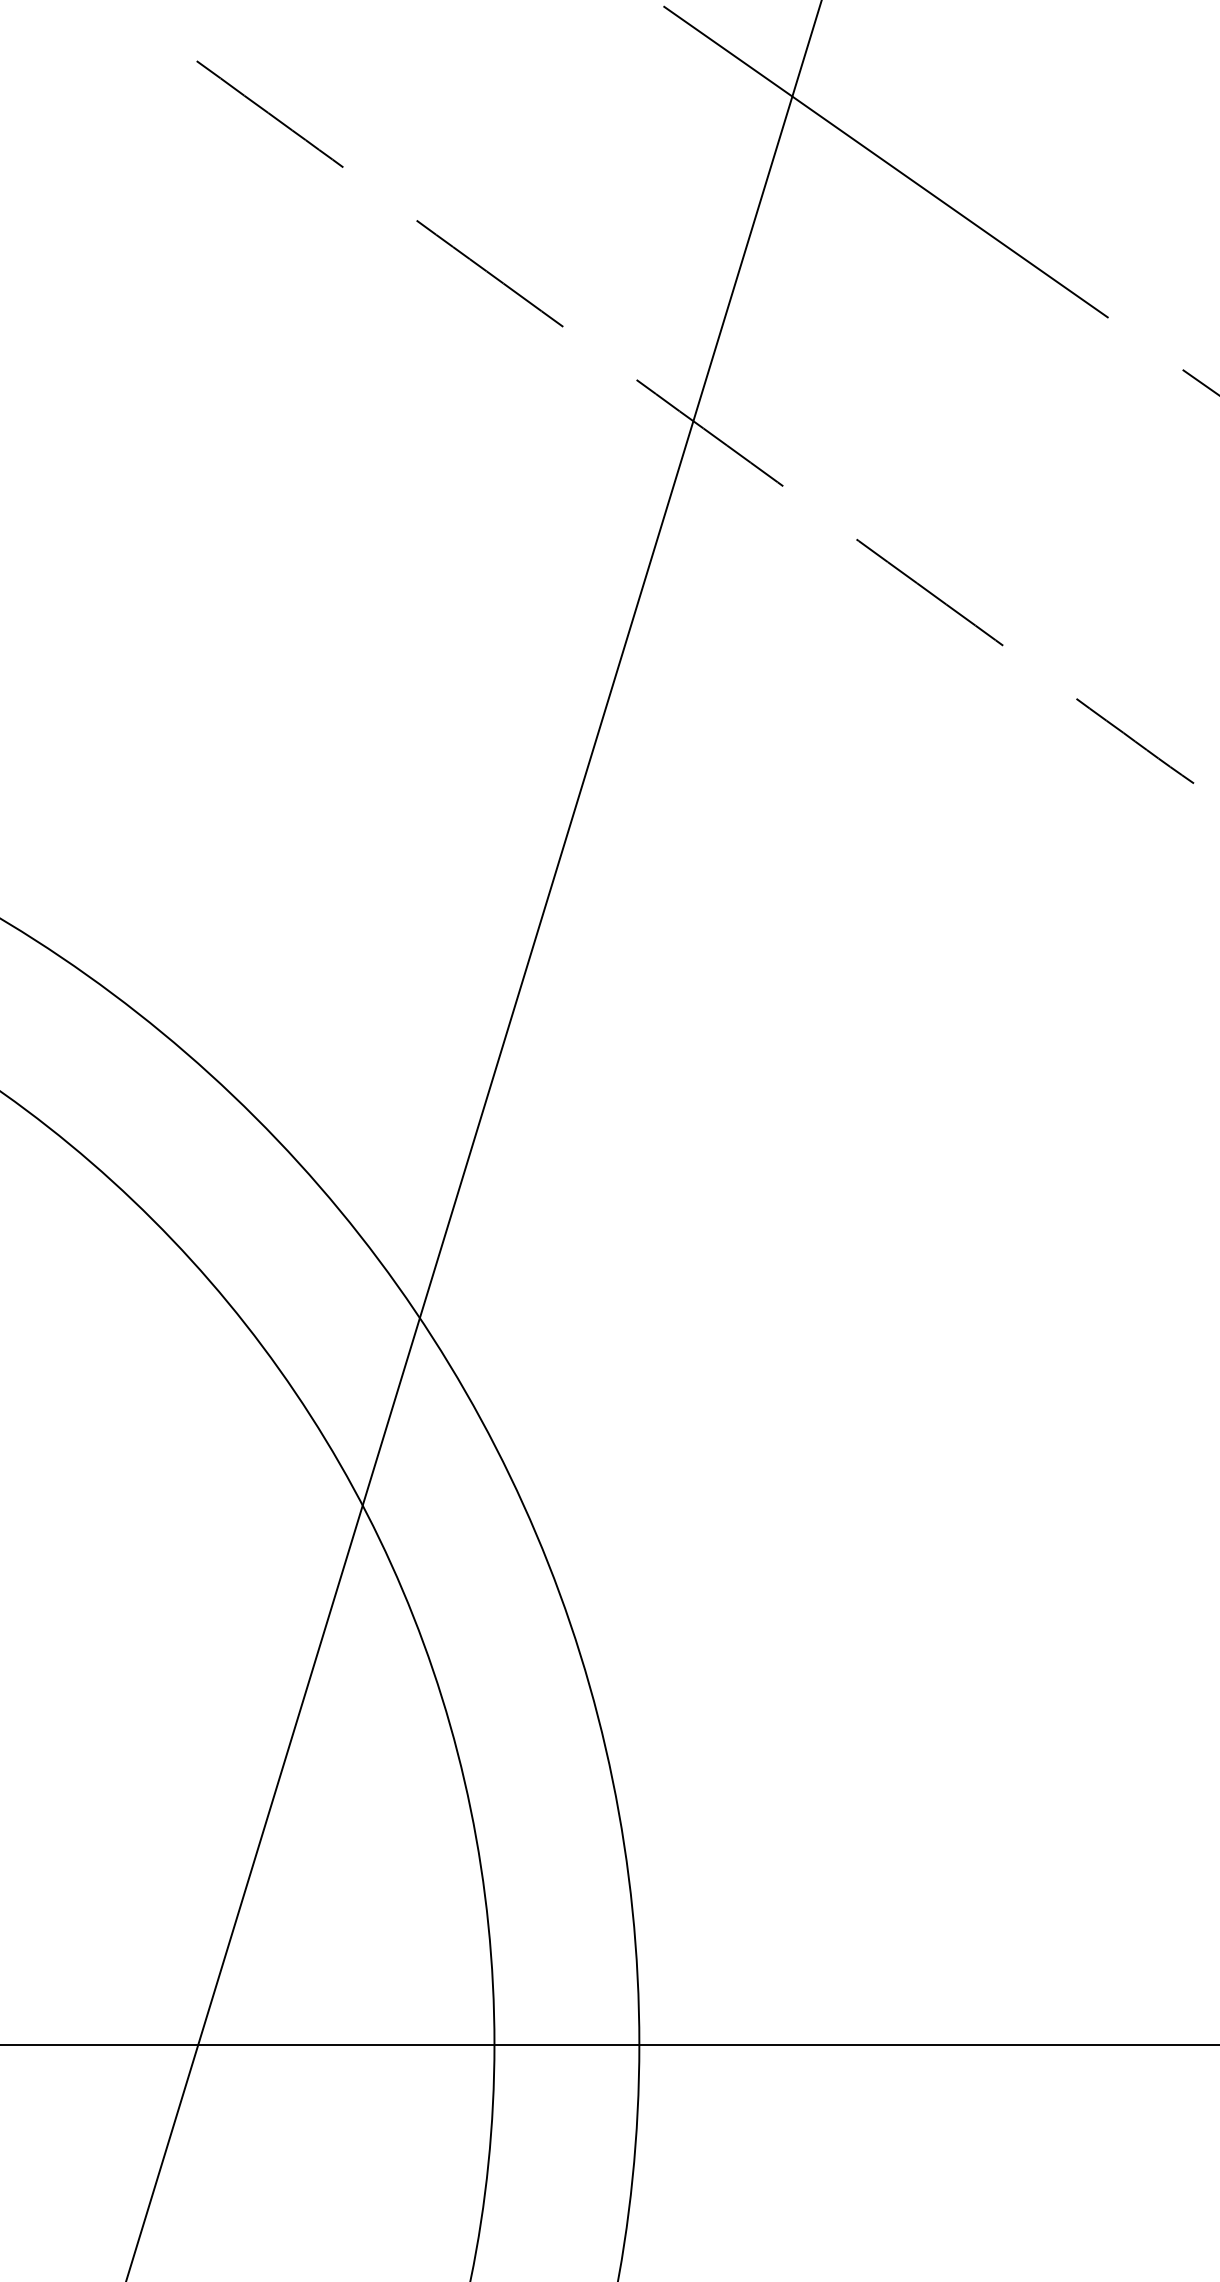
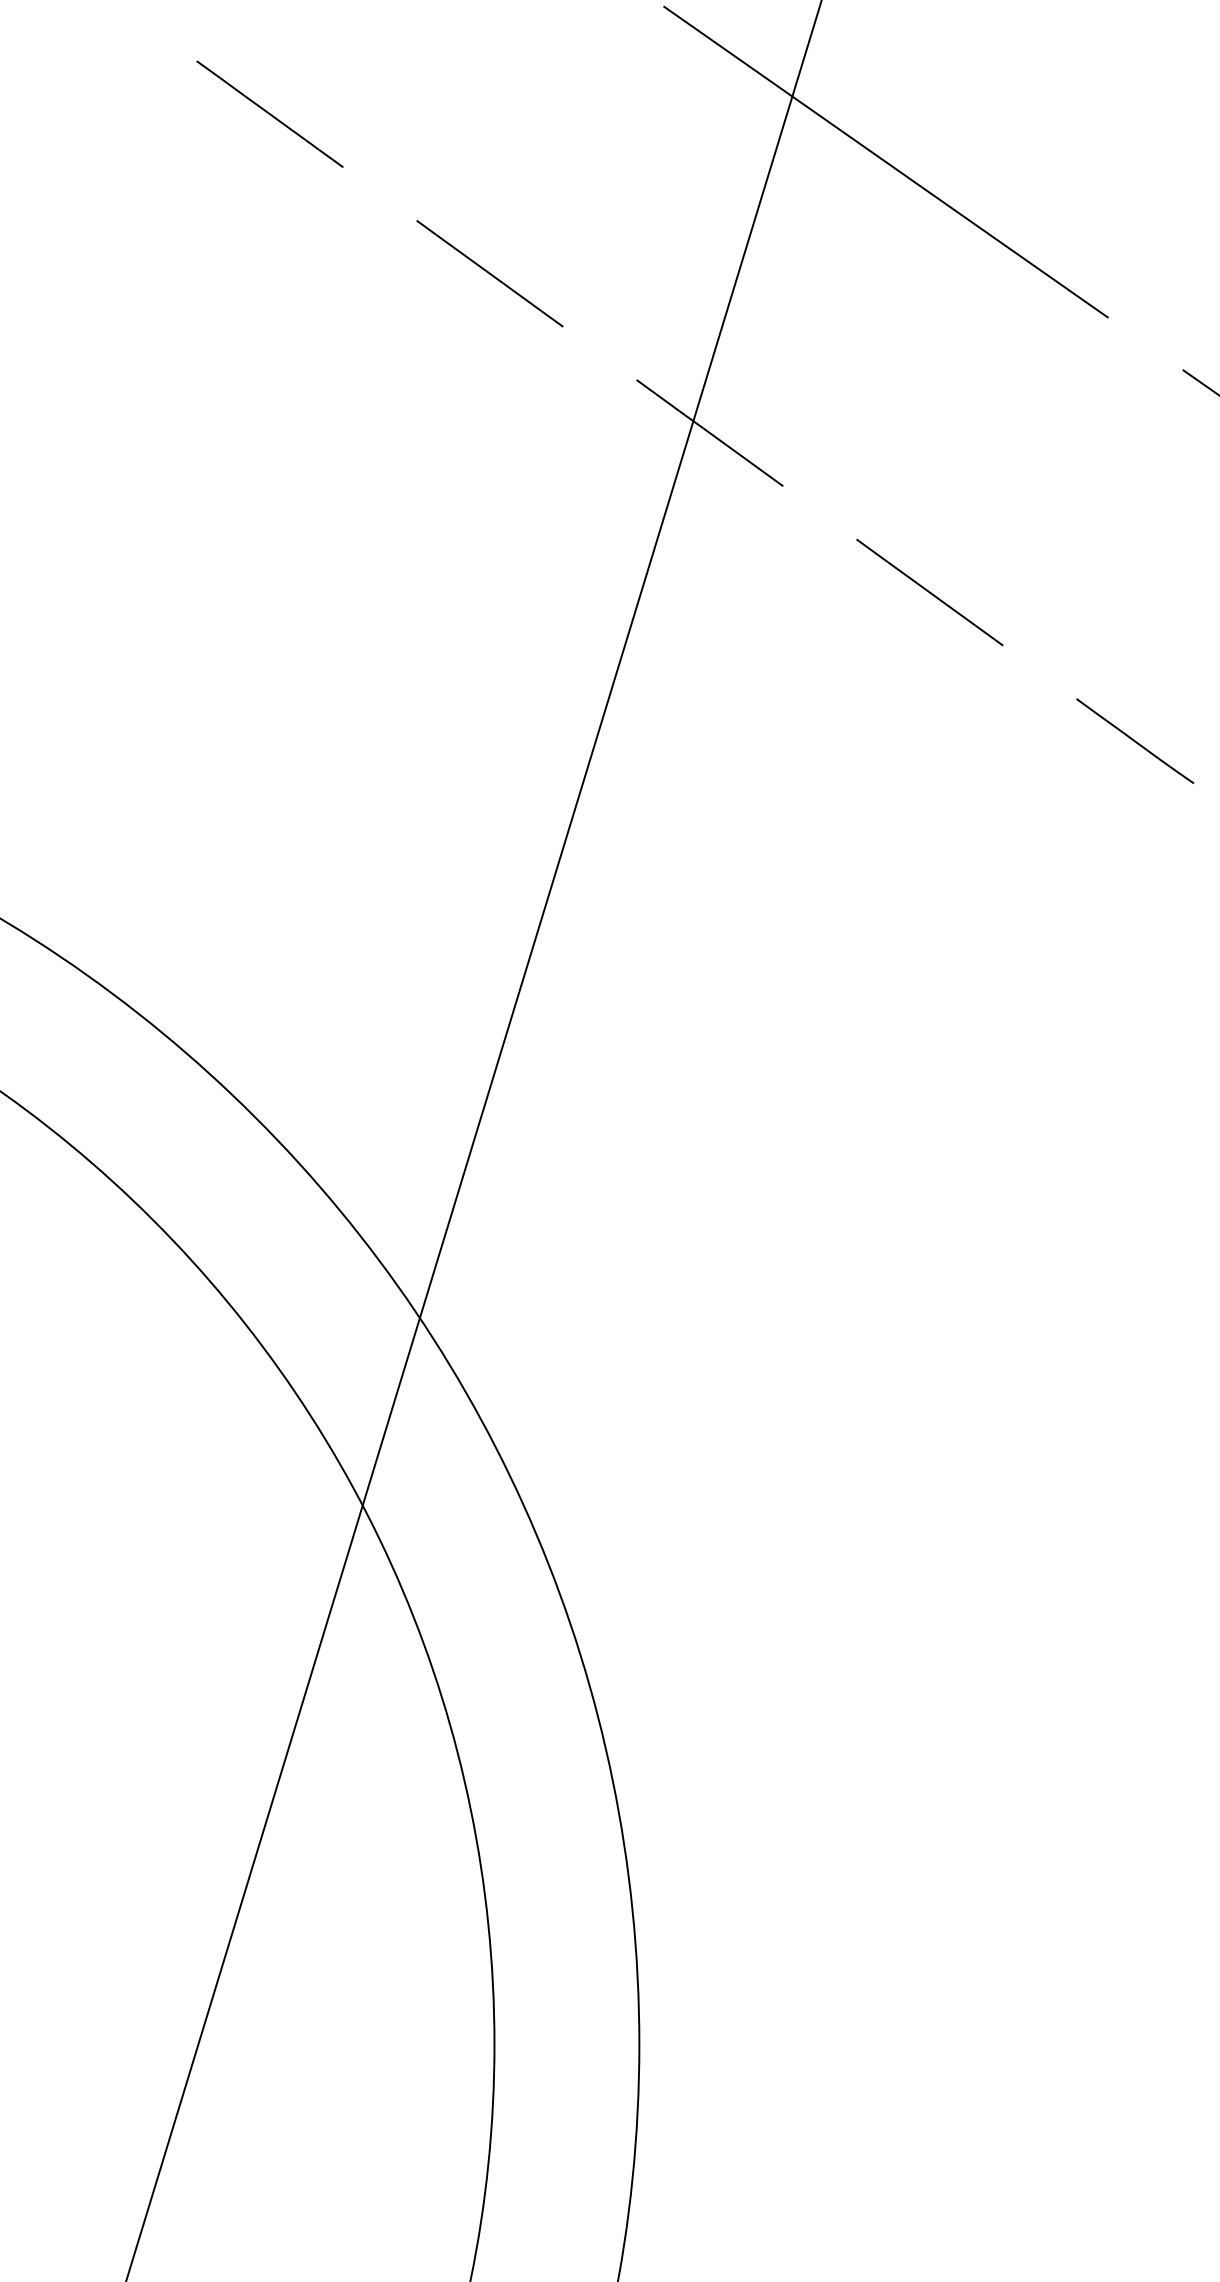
line at (609, 2044): present -> none
